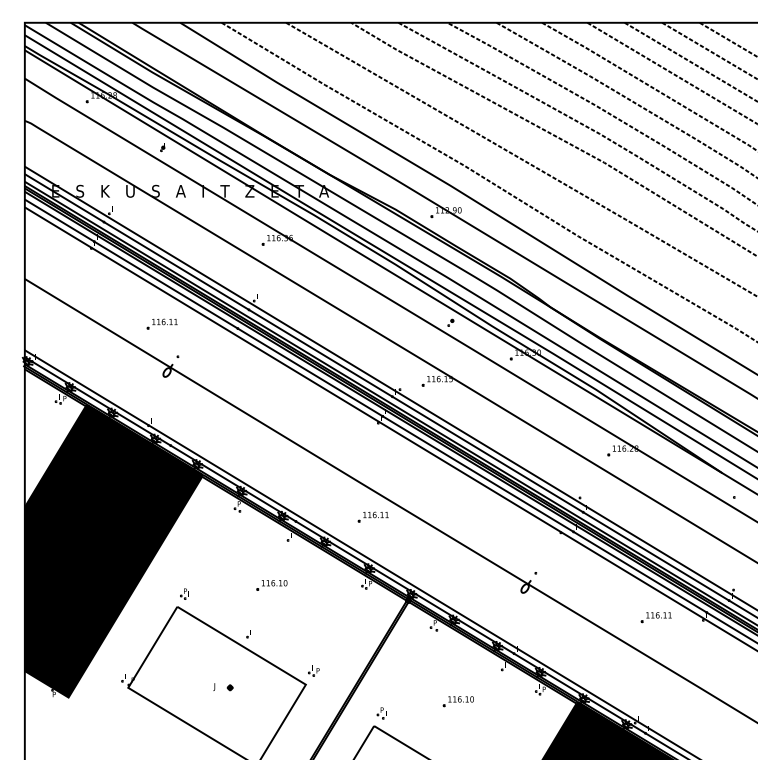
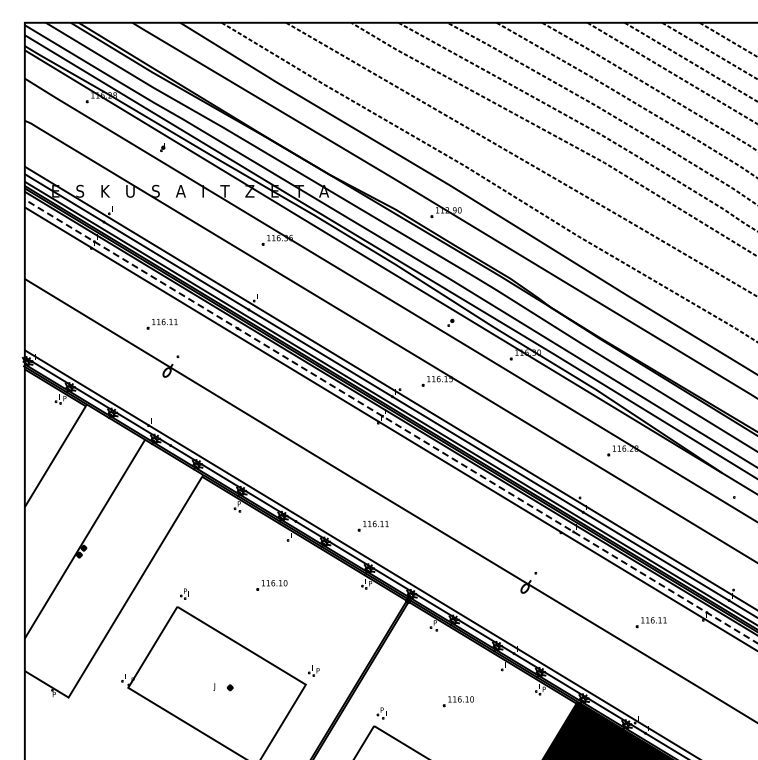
line at (390, 421): solid -> dashed
part at (372, 516) position: (372, 516) -> (372, 525)
fill at (113, 550): present -> none
part at (655, 617) position: (655, 617) -> (650, 622)
part at (248, 634): present -> none
